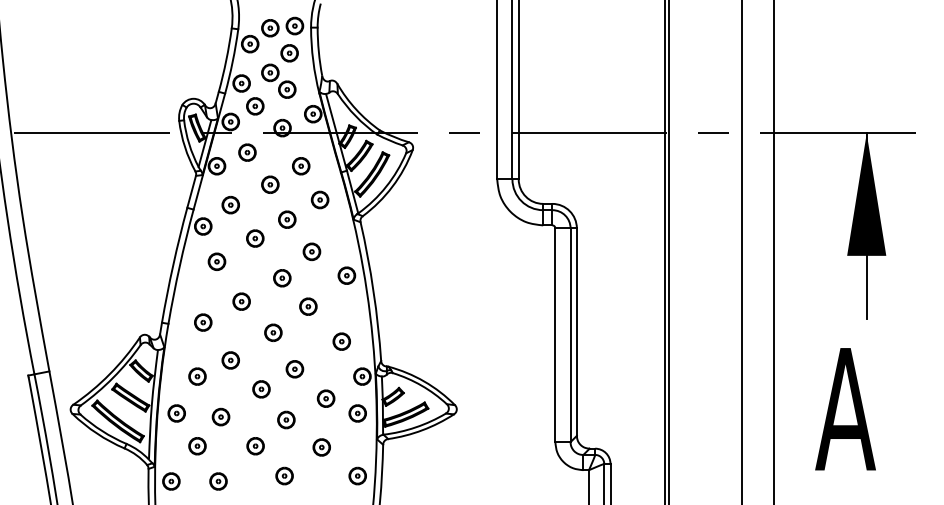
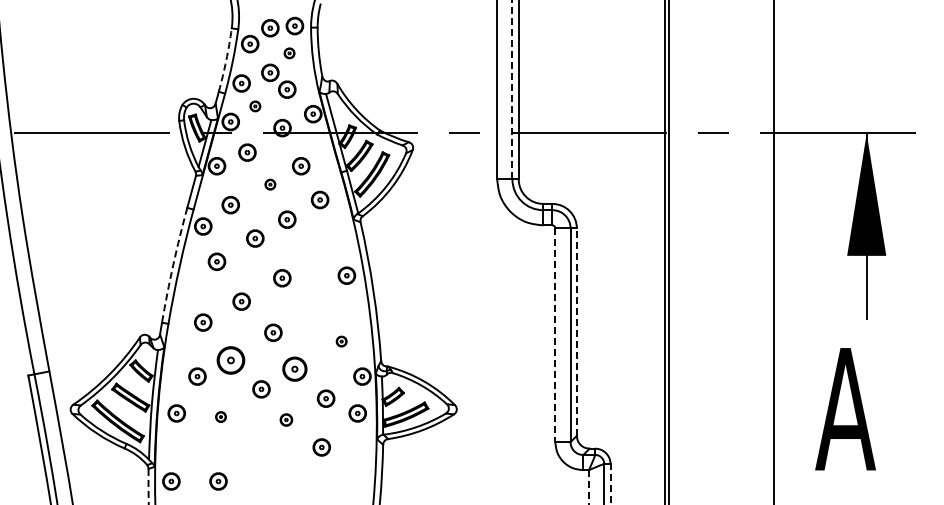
part at (289, 53) size: 19x19 px -> 13x13 px
arc at (226, 60): solid -> dashed
line at (512, 89): solid -> dashed
part at (255, 106) size: 19x19 px -> 13x13 px
part at (270, 184) size: 19x19 px -> 13x13 px
part at (311, 251): present -> none
line at (742, 251): present -> none
arc at (173, 265): solid -> dashed
part at (308, 306): present -> none
line at (576, 332): solid -> dashed
line at (555, 335): solid -> dashed
part at (341, 341) size: 19x19 px -> 13x13 px
part at (230, 360) size: 19x19 px -> 30x29 px
part at (294, 369) size: 20x19 px -> 26x26 px
part at (220, 416) size: 20x20 px -> 12x12 px
part at (286, 419) size: 19x20 px -> 15x14 px
part at (197, 446): present -> none
part at (255, 446): present -> none
part at (284, 475): present -> none
part at (357, 475): present -> none
line at (610, 483): solid -> dashed
arc at (148, 487): solid -> dashed
line at (589, 487): solid -> dashed
